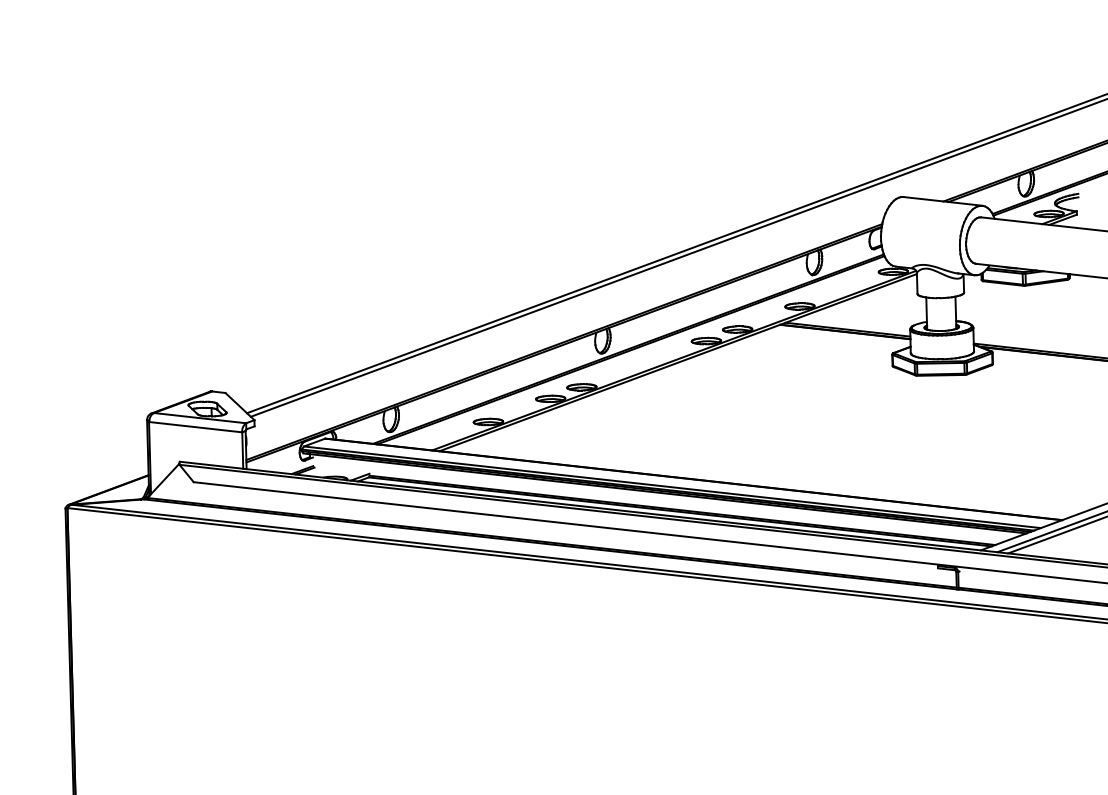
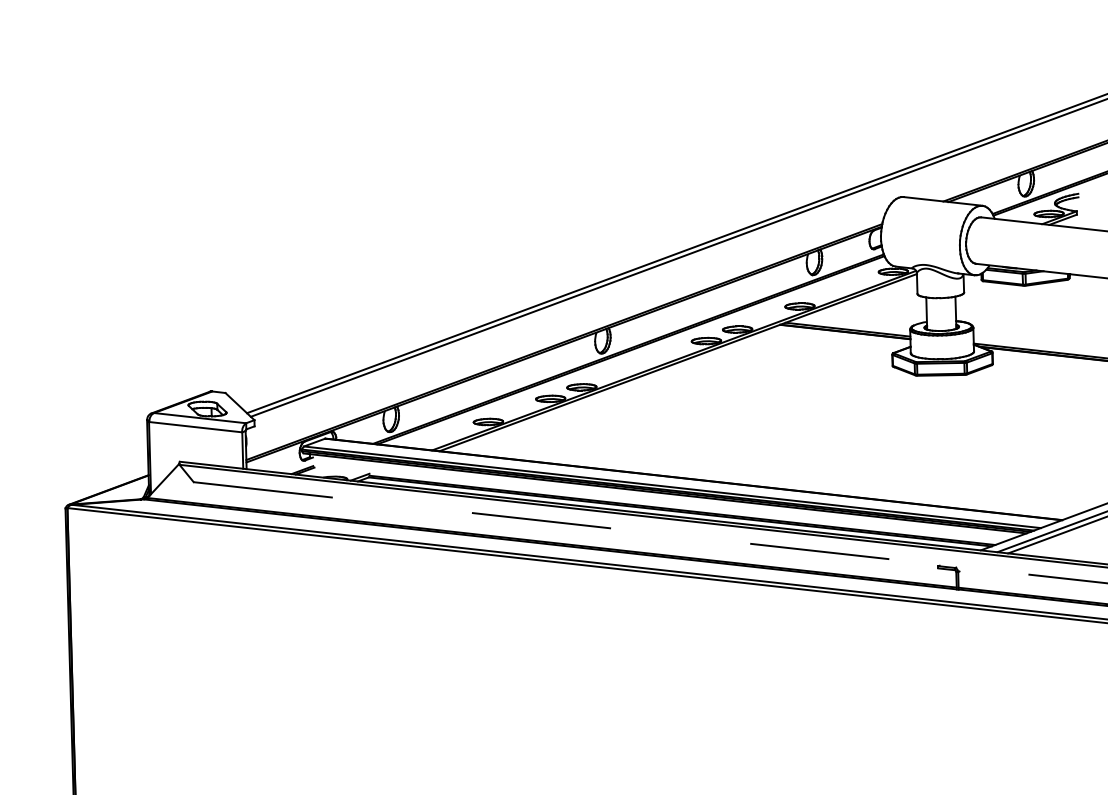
line at (650, 532): solid -> dashed
